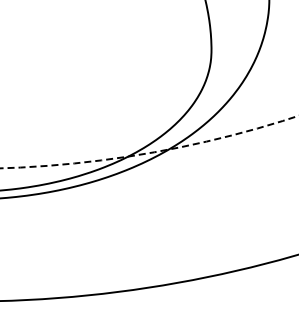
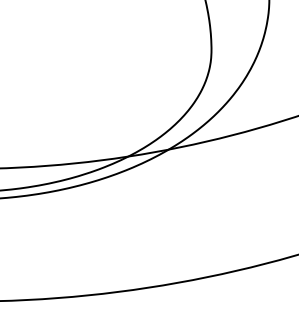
circle at (149, 141): dashed -> solid
